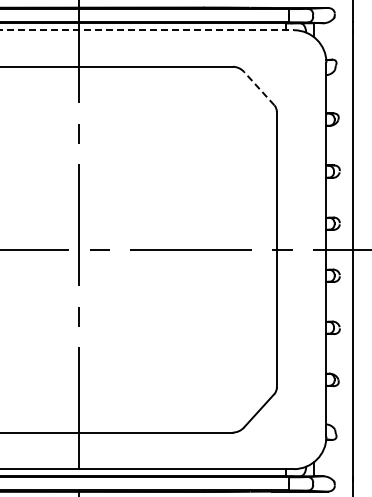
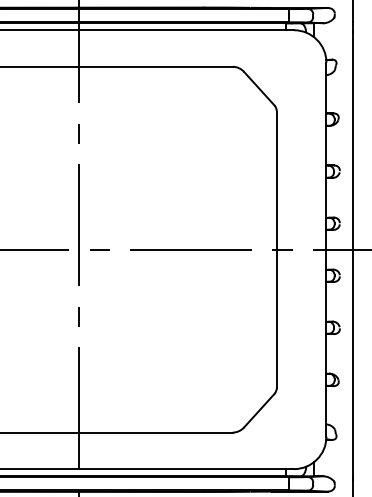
line at (147, 30): dashed -> solid
line at (259, 88): dashed -> solid
